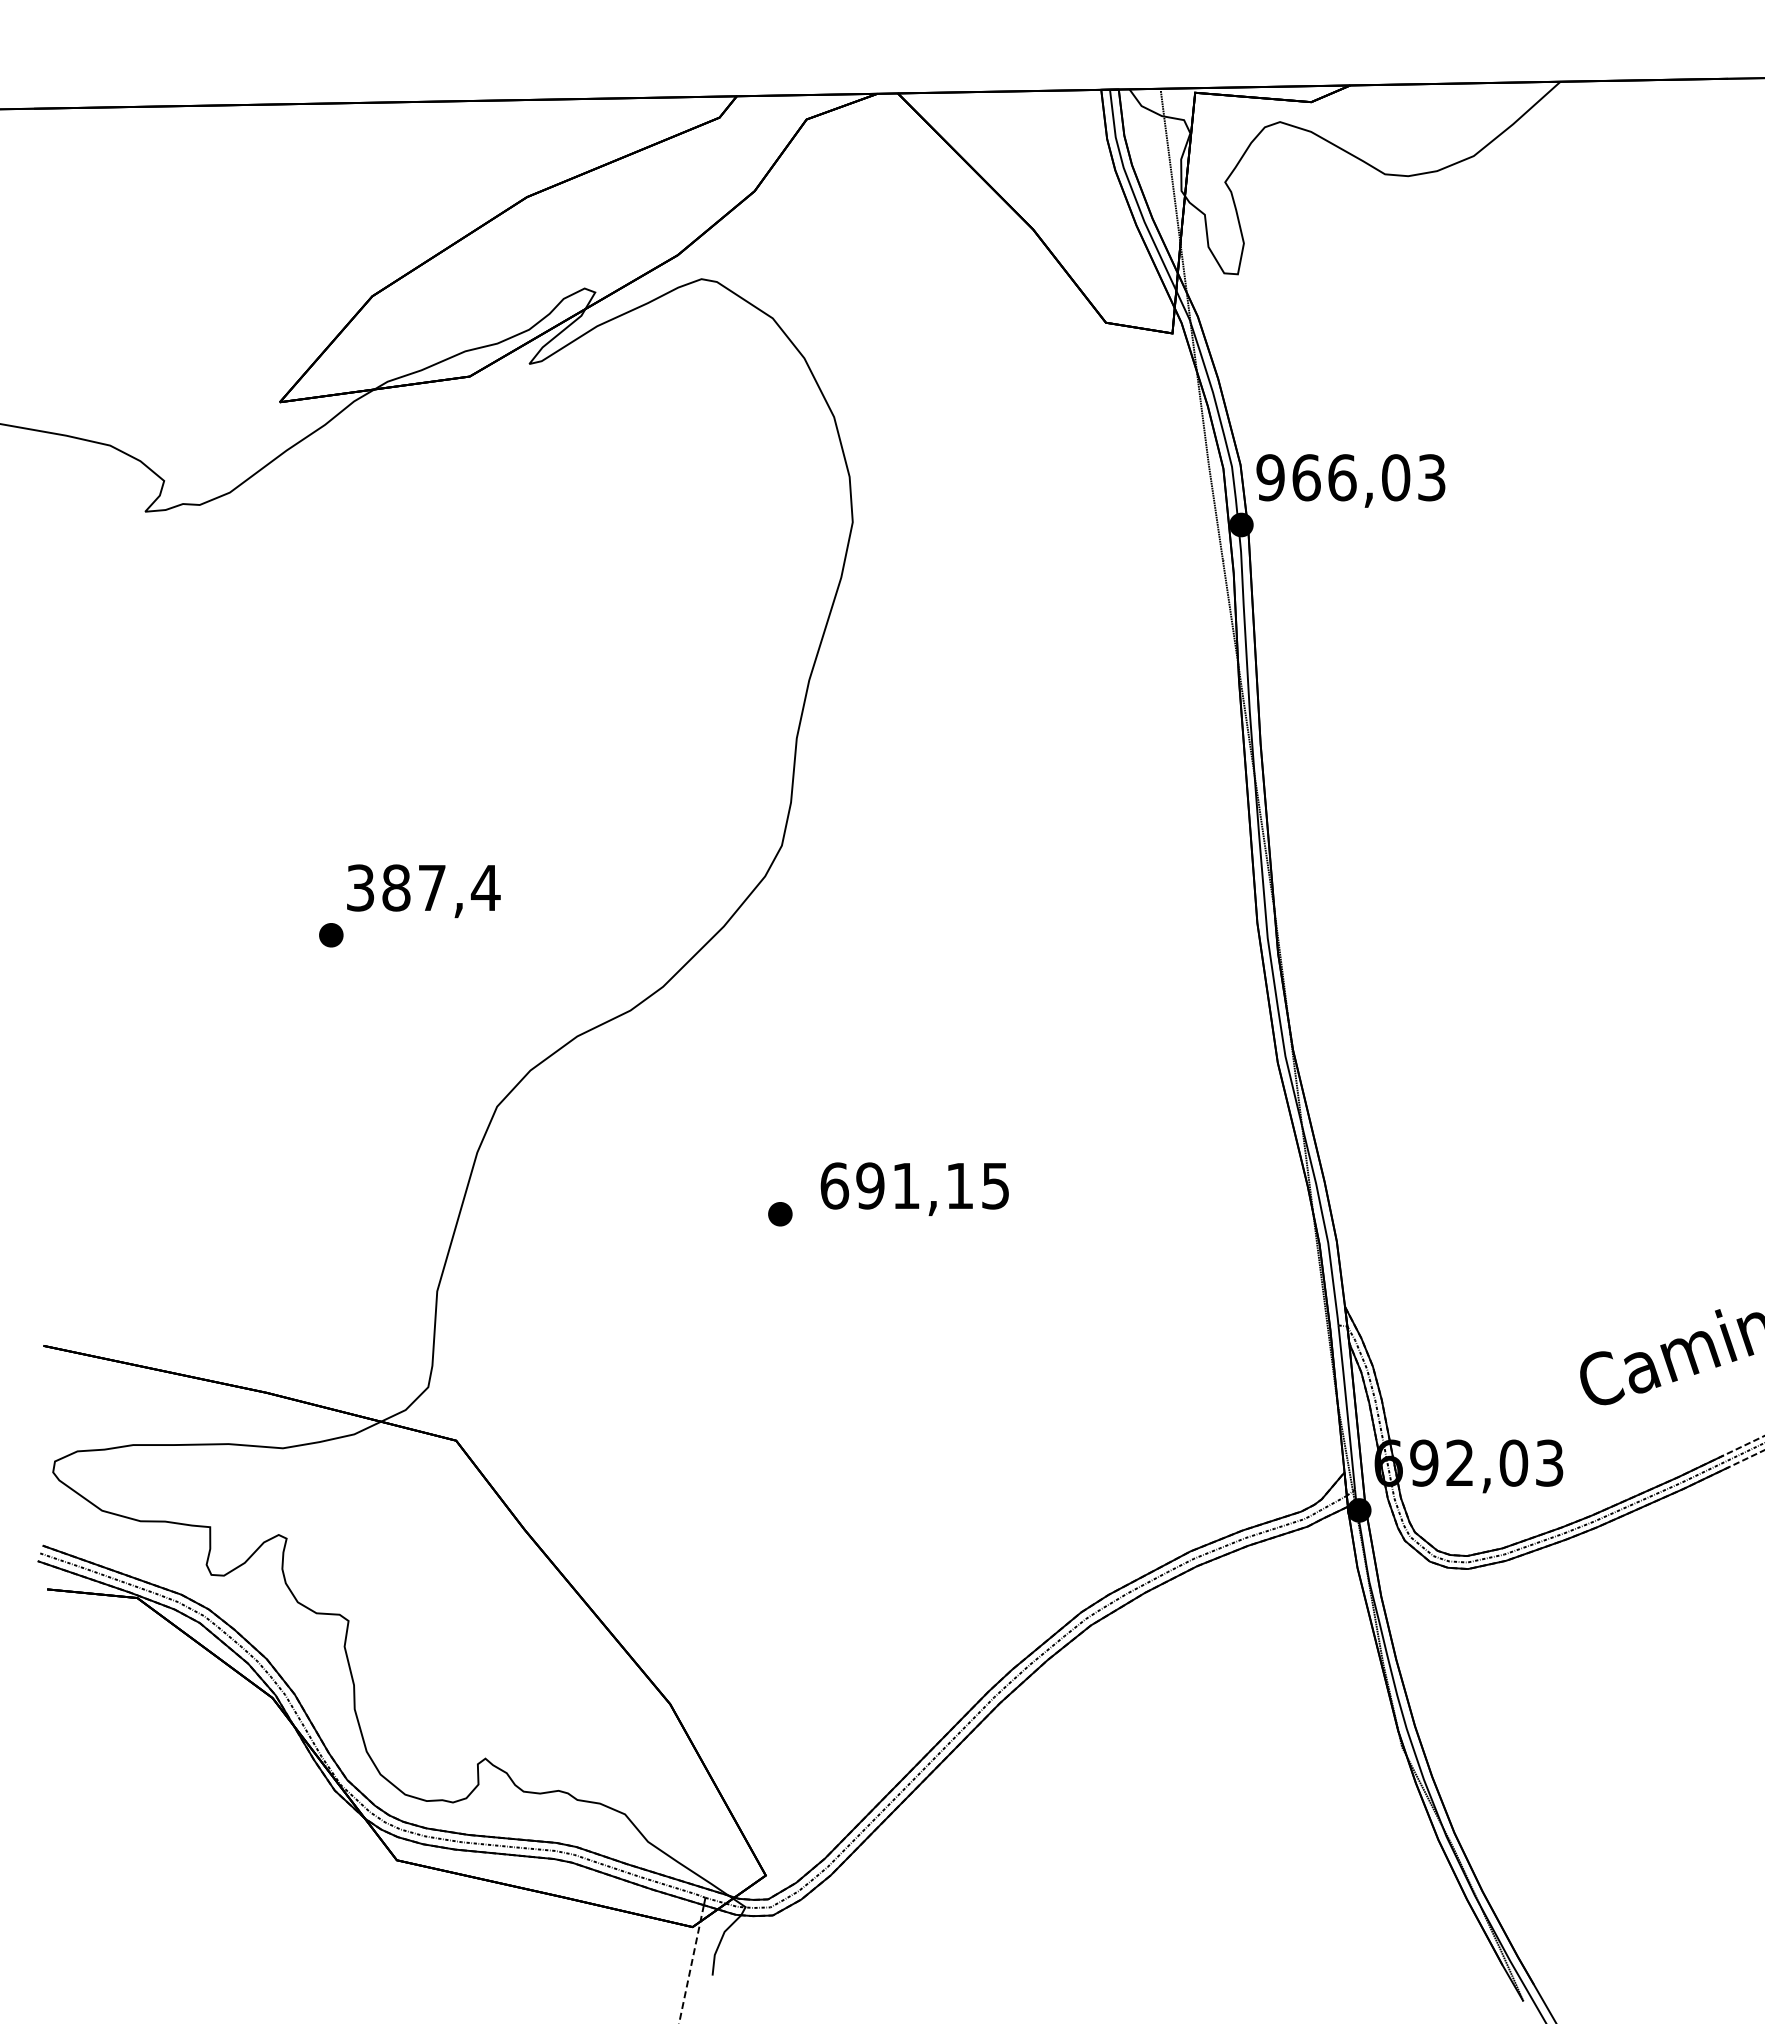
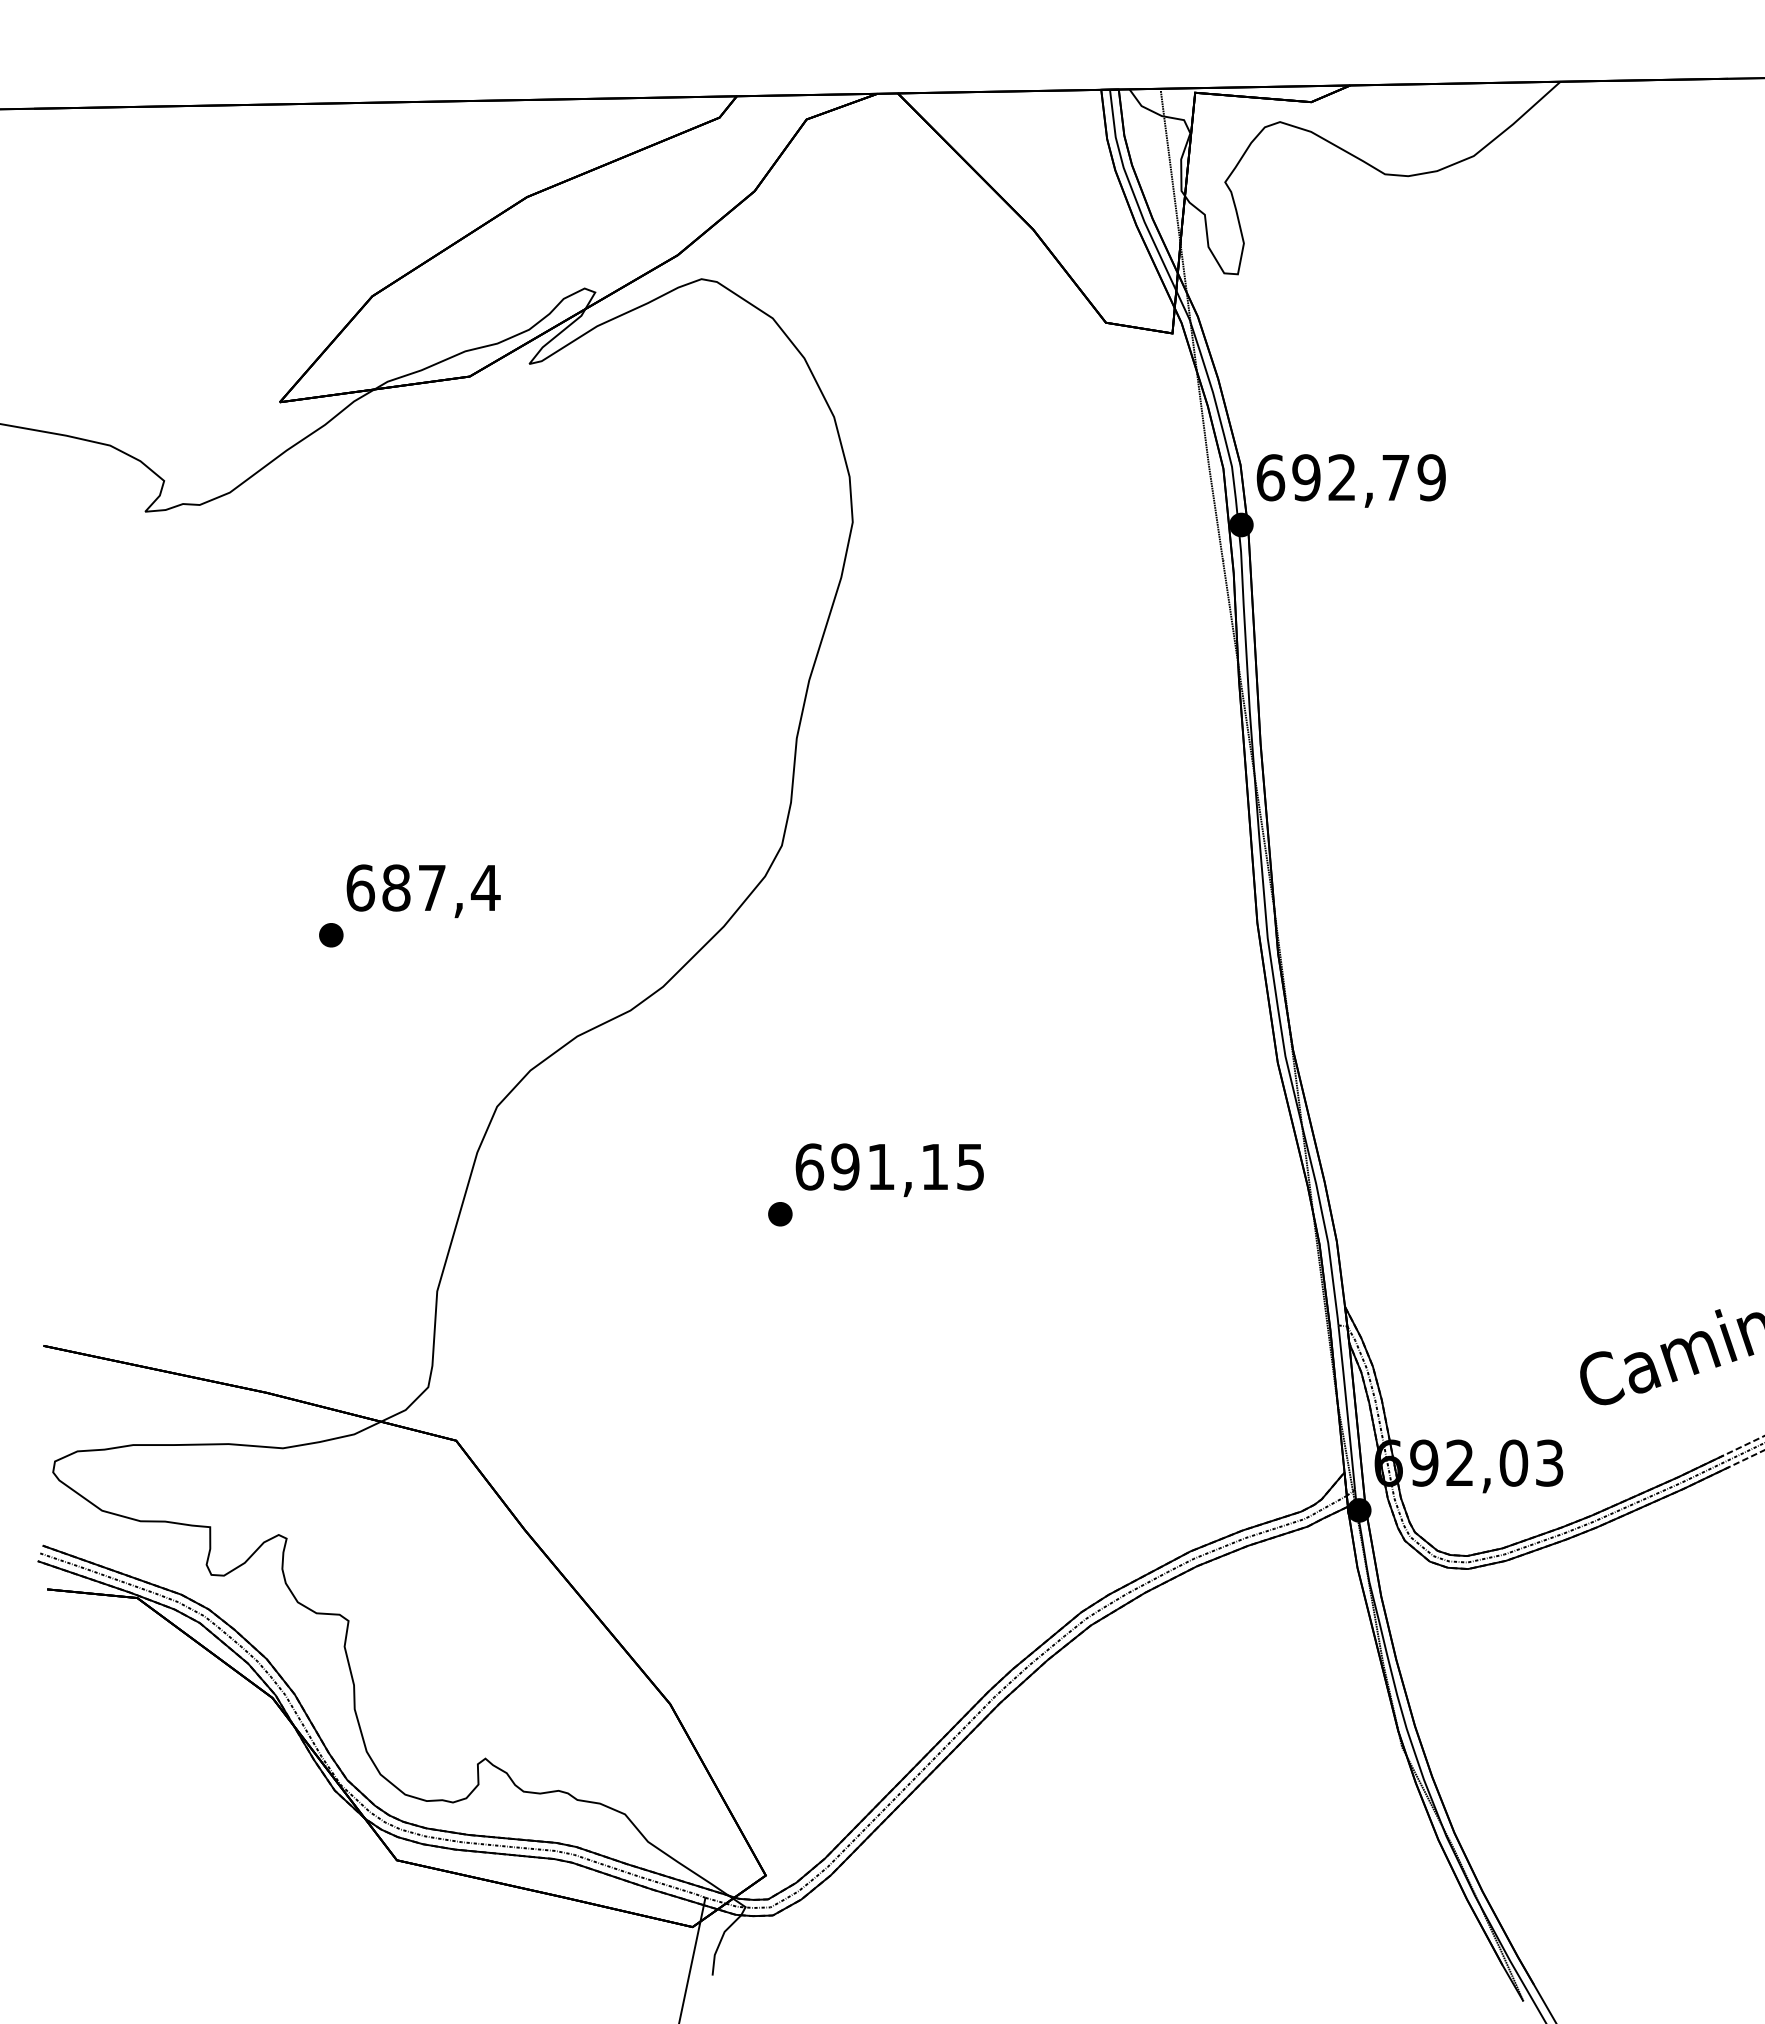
text at (1350, 477): 966,03 -> 692,79
text at (360, 887): 387,4 -> 687,4
text at (914, 1188) position: (914, 1188) -> (889, 1169)
line at (691, 1964): dashed -> solid
